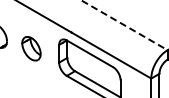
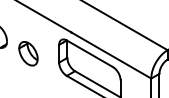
line at (124, 25): dashed -> solid
part at (31, 48) position: (31, 48) -> (28, 53)
